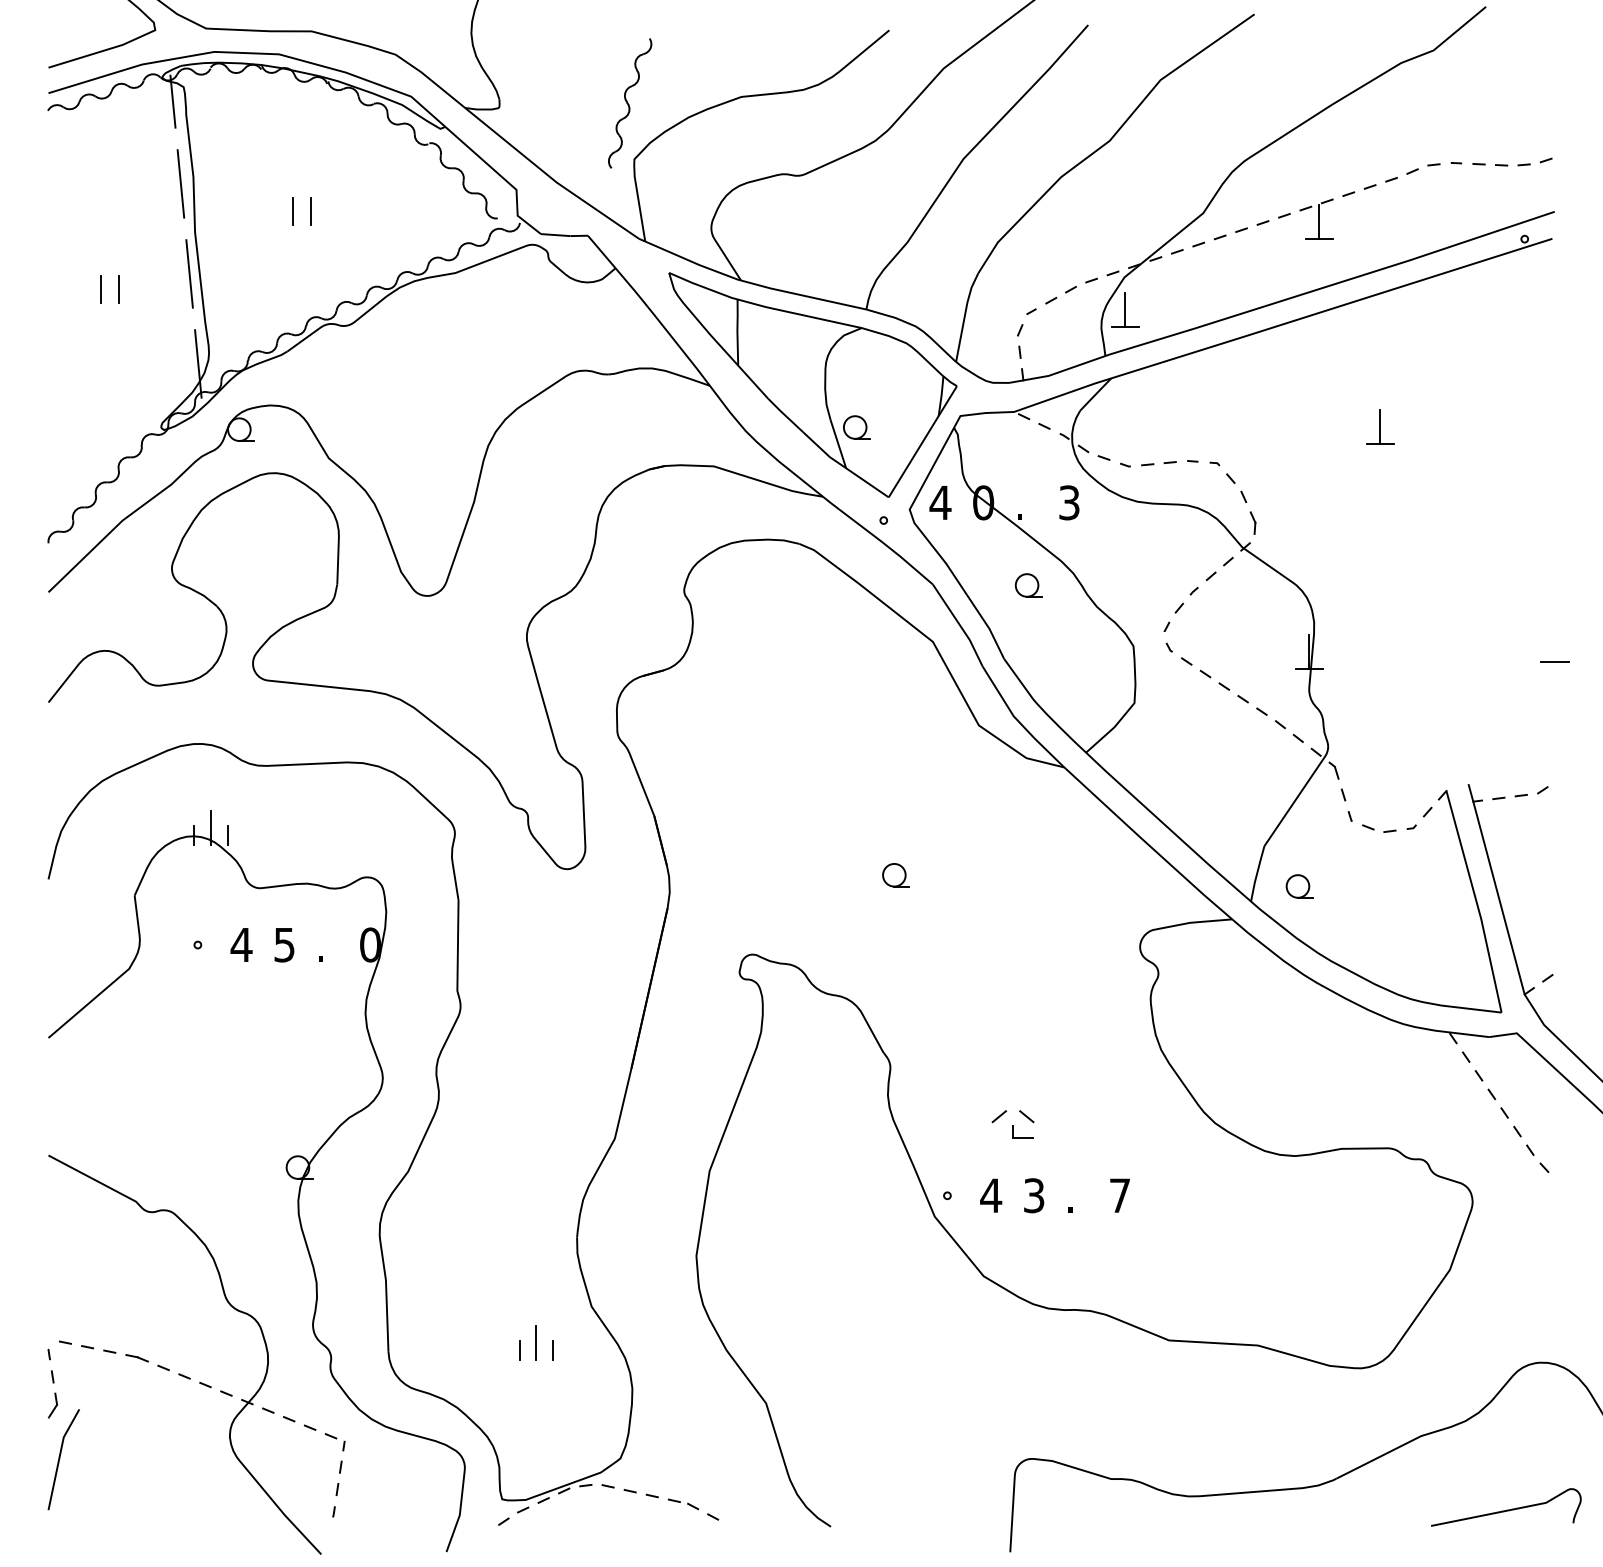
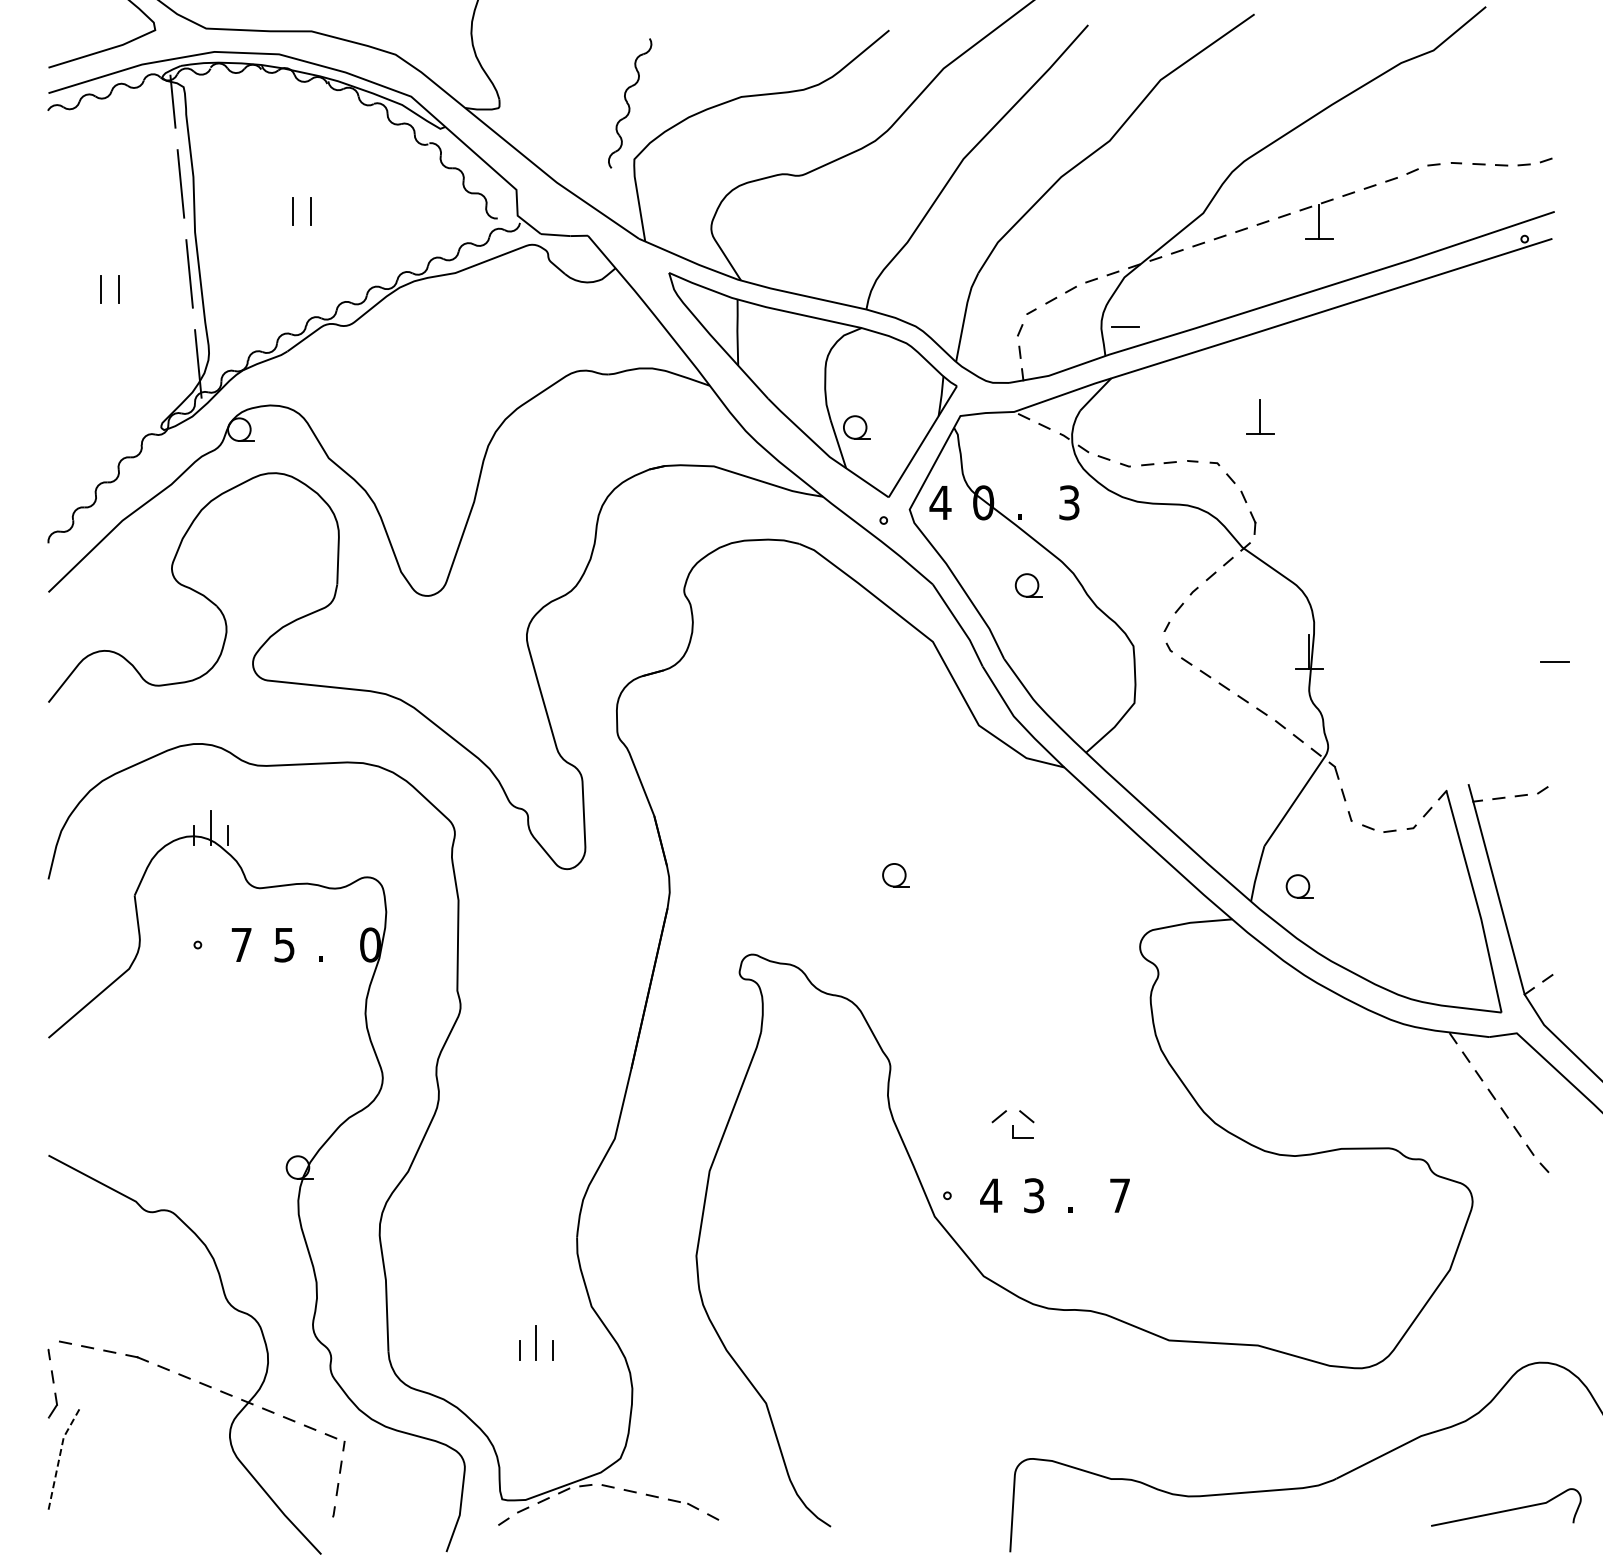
line at (1125, 310): present -> none
part at (1380, 426) position: (1380, 426) -> (1260, 416)
text at (241, 944): 4 -> 7
line at (59, 1457): solid -> dashed
